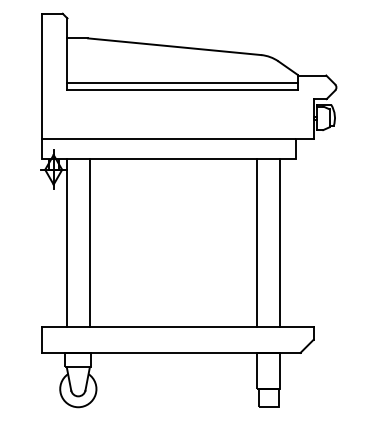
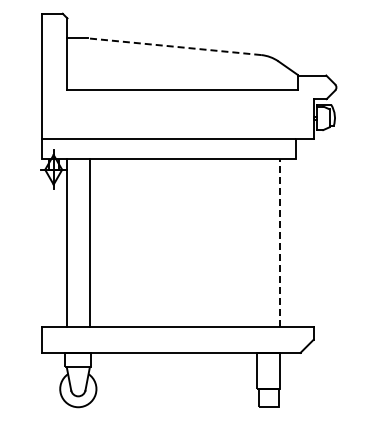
line at (174, 46): solid -> dashed
line at (182, 82): present -> none
line at (257, 242): present -> none
line at (280, 242): solid -> dashed
